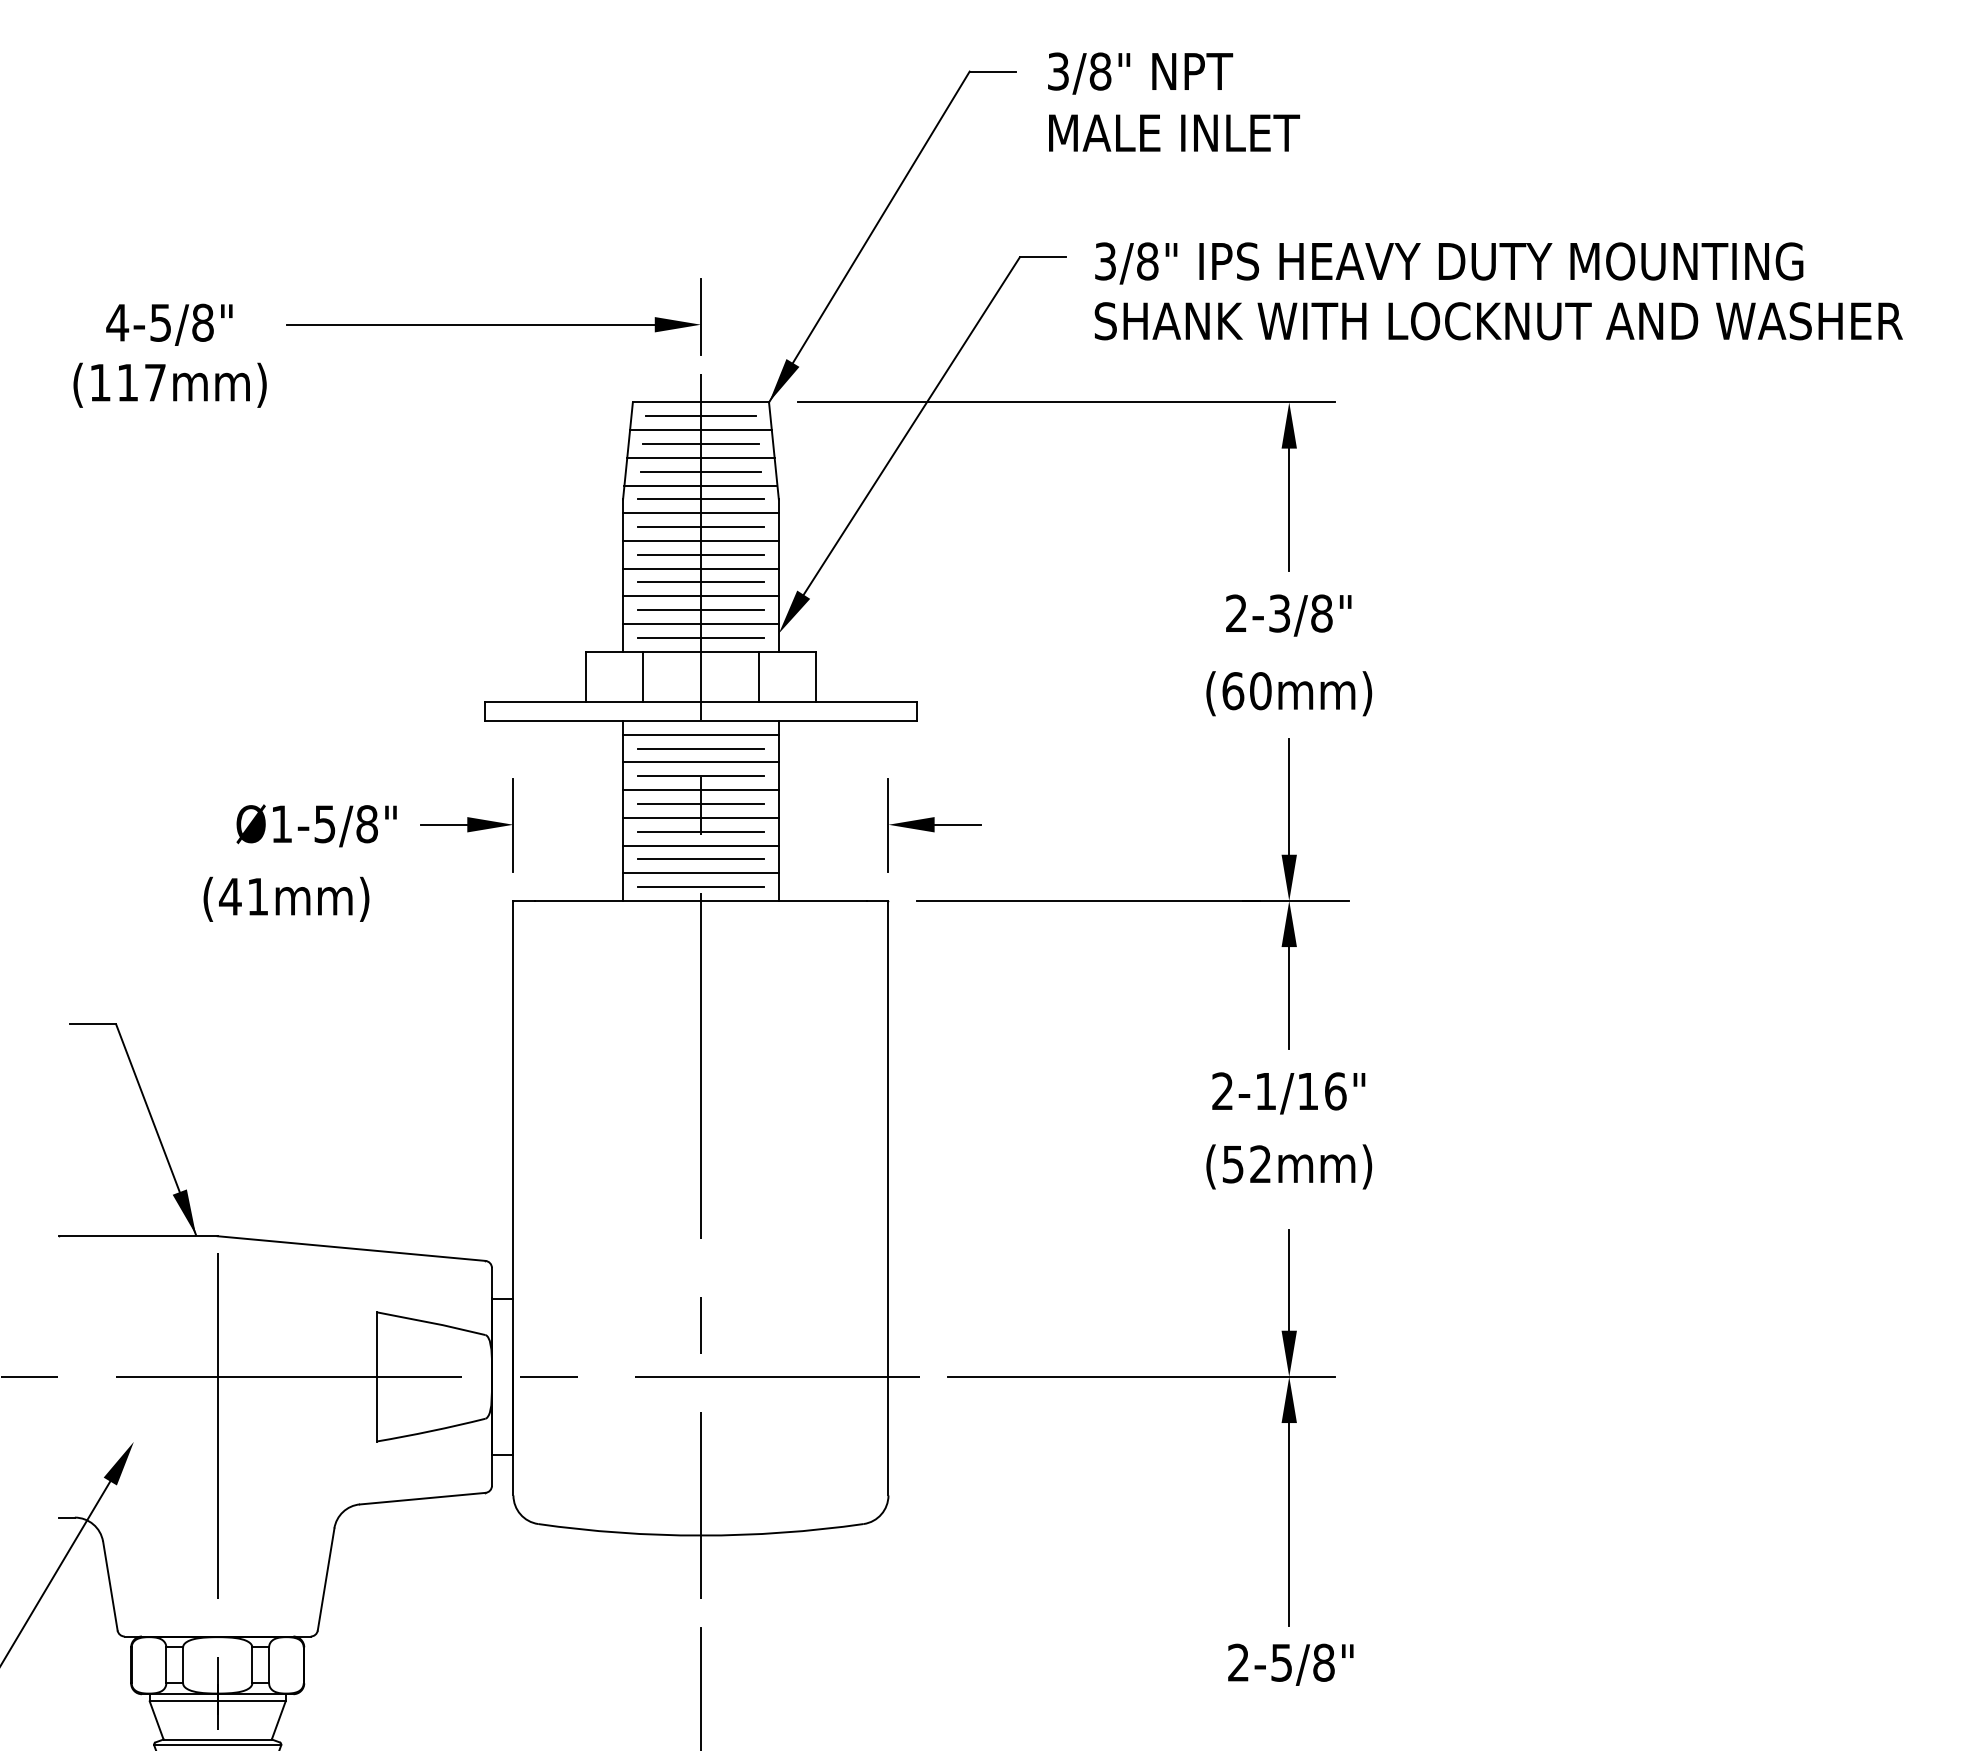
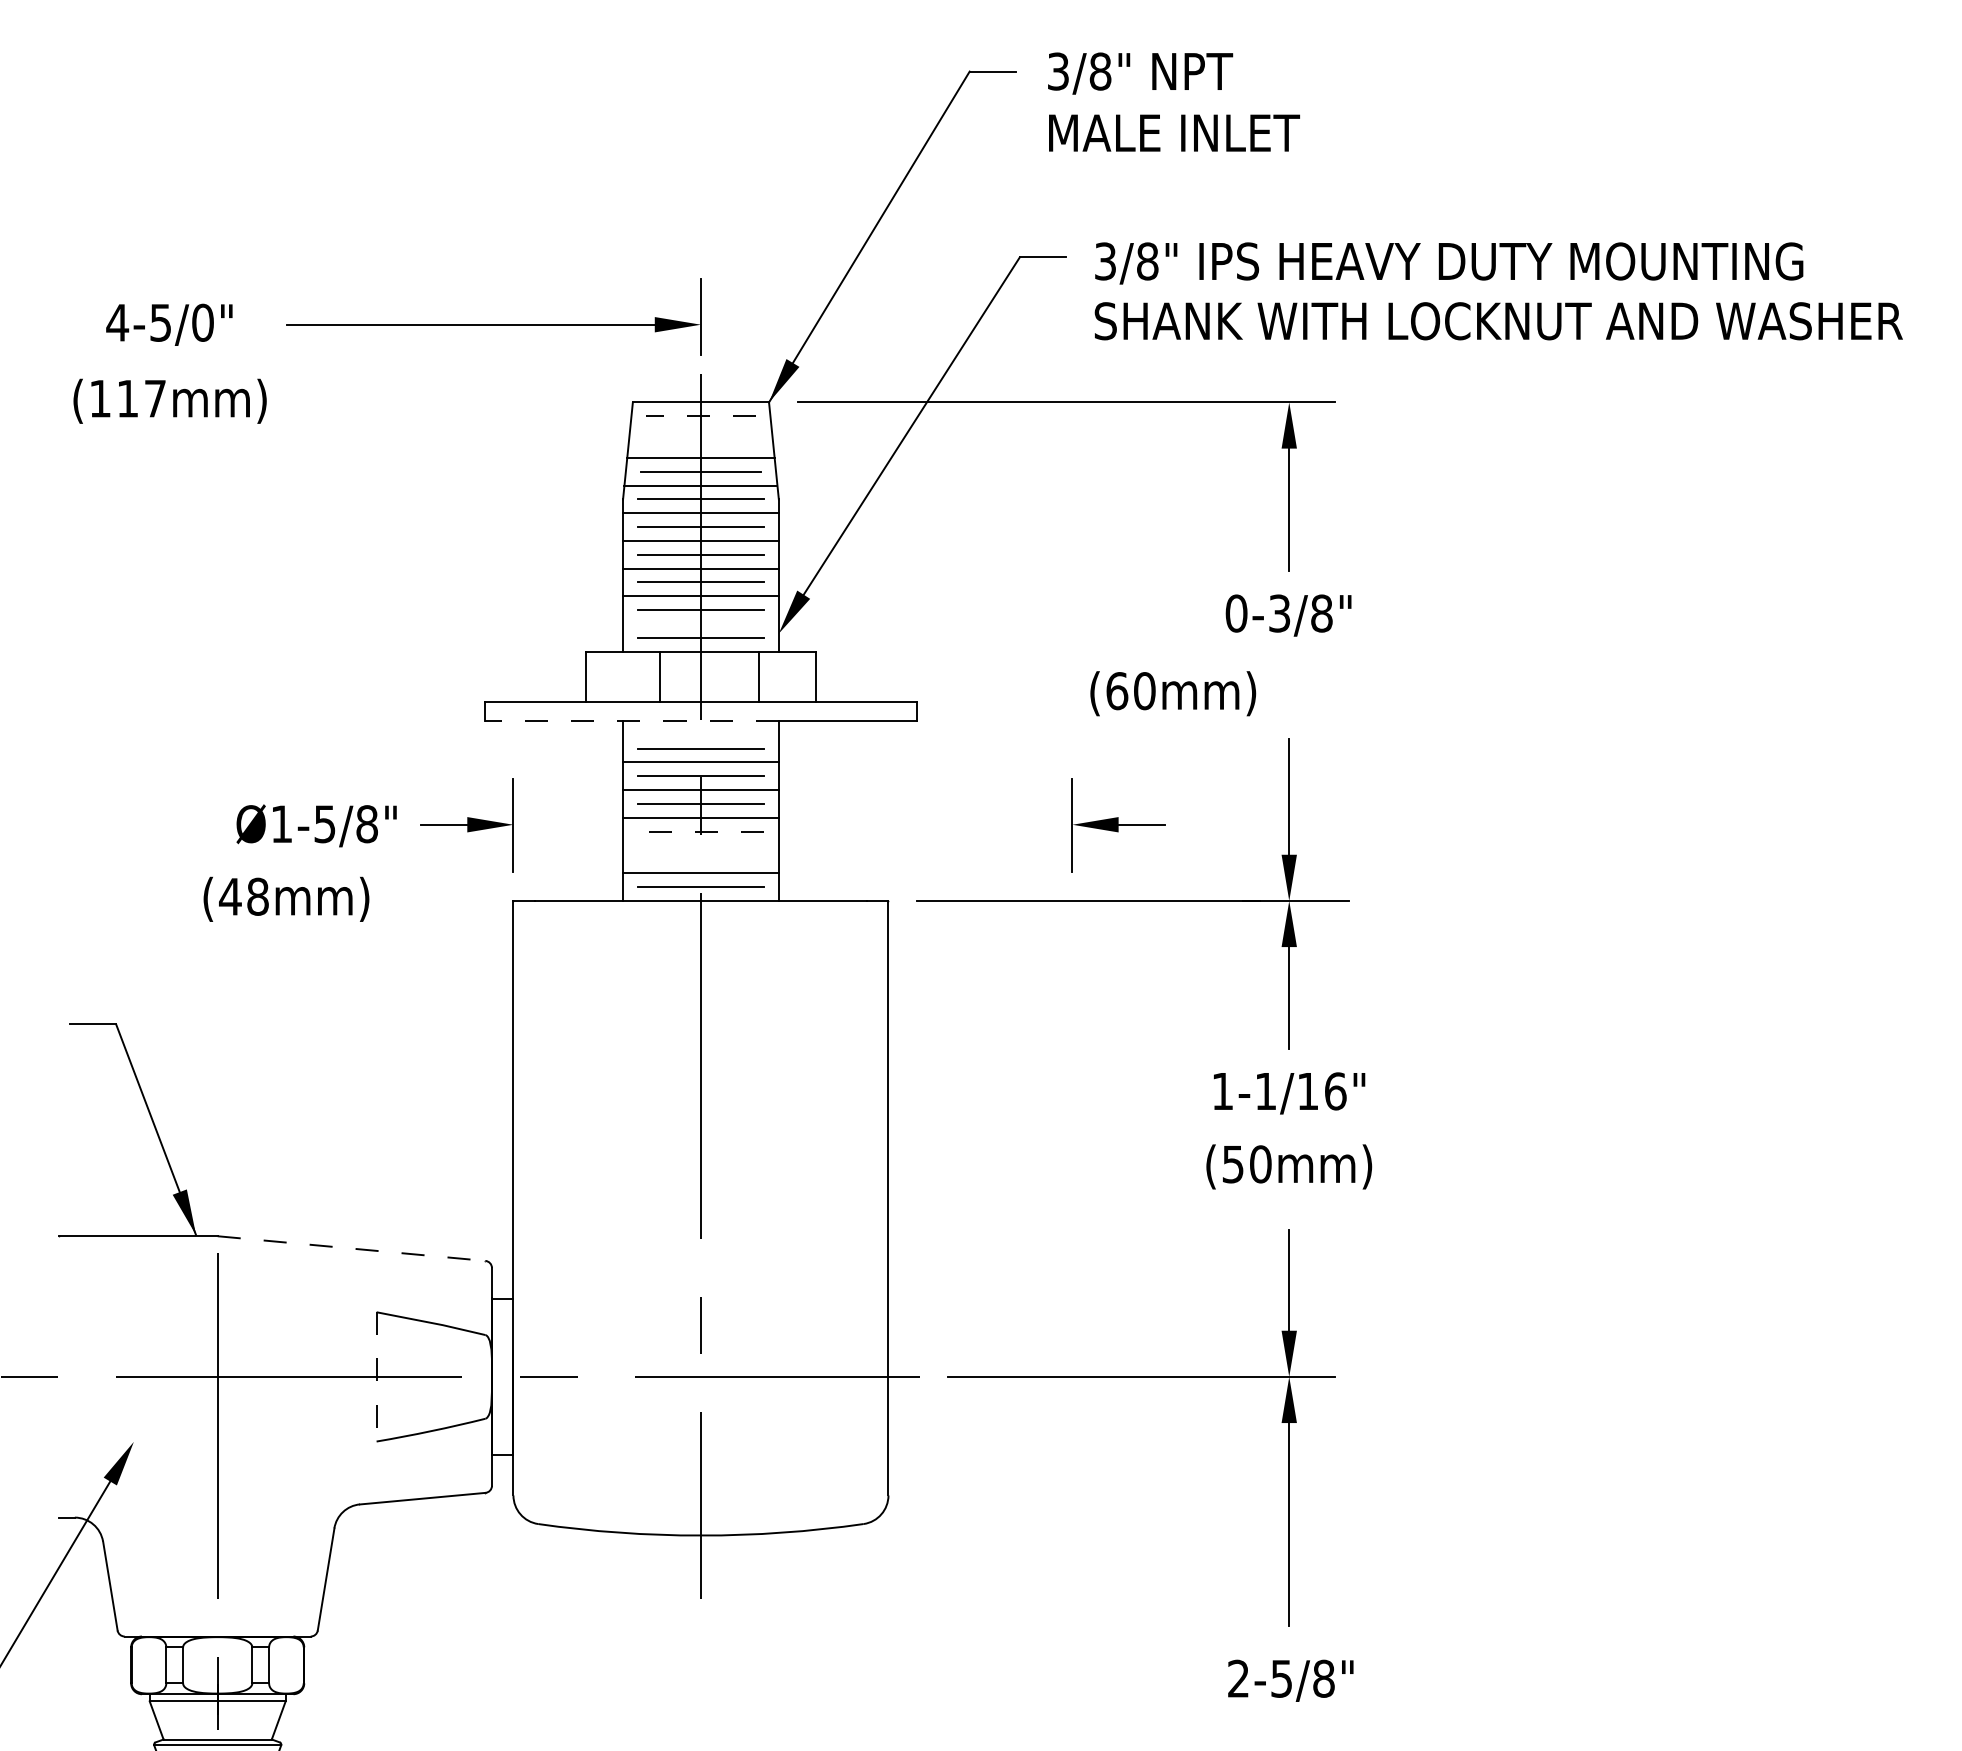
text at (202, 322): 4-5/8" -> 4-5/0"
text at (169, 384) position: (169, 384) -> (169, 400)
line at (700, 416): solid -> dashed
line at (700, 430): present -> none
line at (700, 443): present -> none
text at (1236, 613): 2-3/8" -> 0-3/8"
line at (700, 623): present -> none
line at (643, 676) position: (643, 676) -> (660, 676)
text at (1289, 693) position: (1289, 693) -> (1173, 693)
line at (631, 720): solid -> dashed
line at (700, 734): present -> none
part at (934, 825) position: (934, 825) -> (1118, 825)
line at (700, 831): solid -> dashed
line at (700, 845): present -> none
line at (700, 858): present -> none
text at (257, 896): (41mm) -> (48mm)
text at (1222, 1090): 2-1/16" -> 1-1/16"
text at (1260, 1164): (52mm) -> (50mm)
line at (352, 1248): solid -> dashed
line at (376, 1376): solid -> dashed
text at (1290, 1664) position: (1290, 1664) -> (1290, 1680)
line at (700, 1687): present -> none
